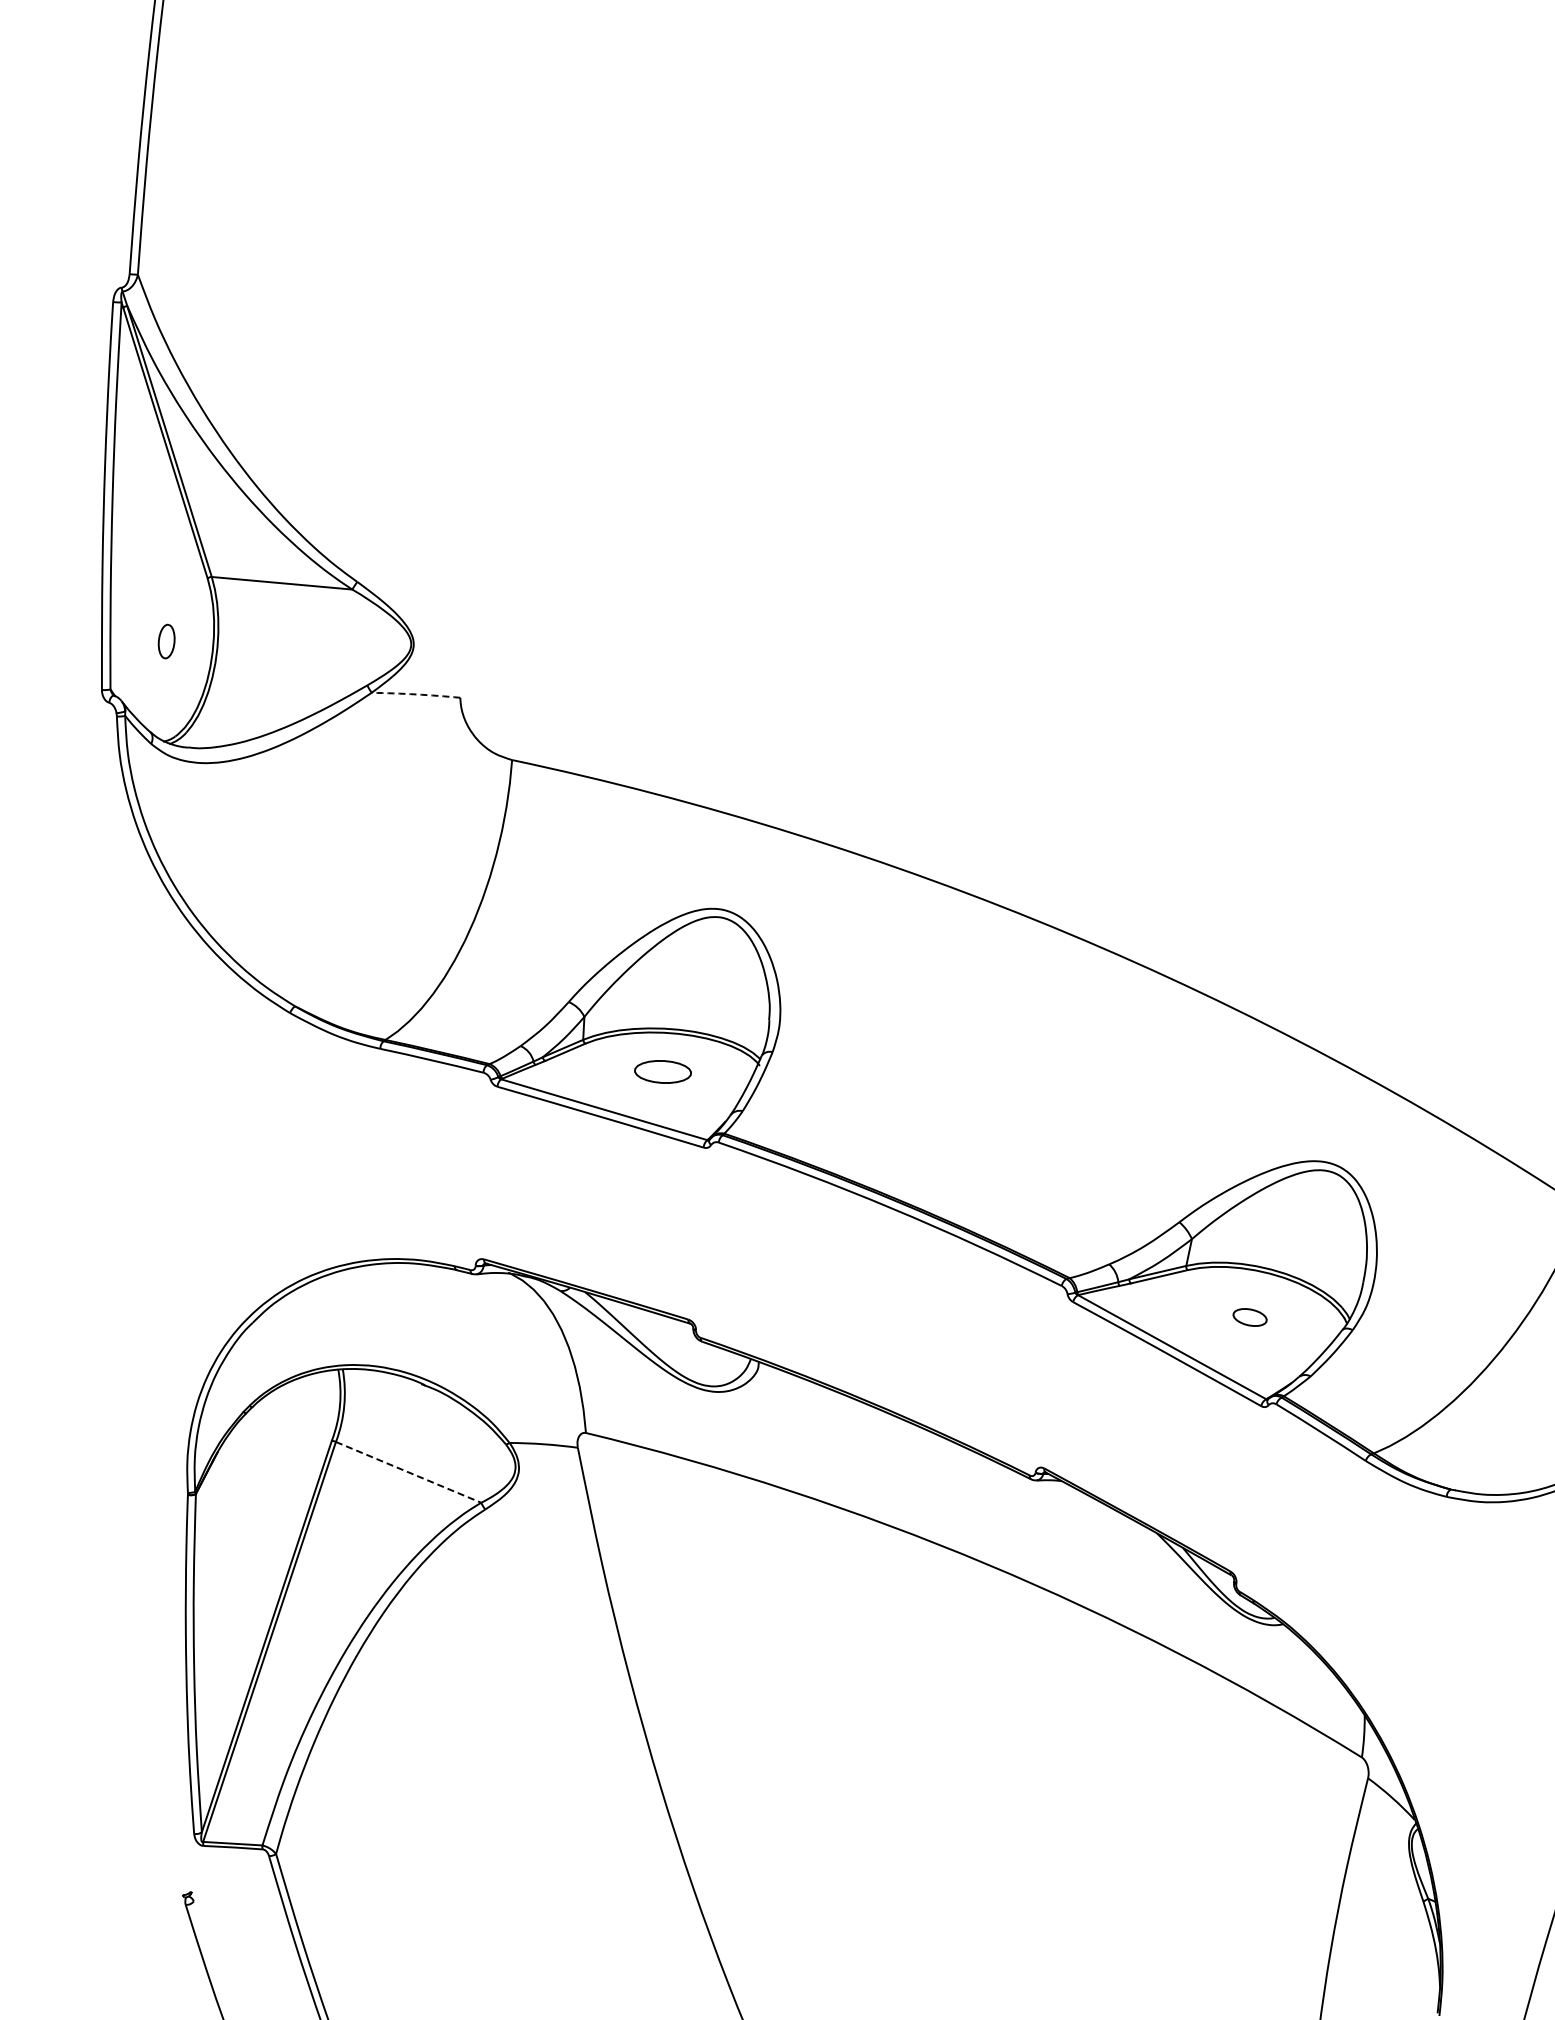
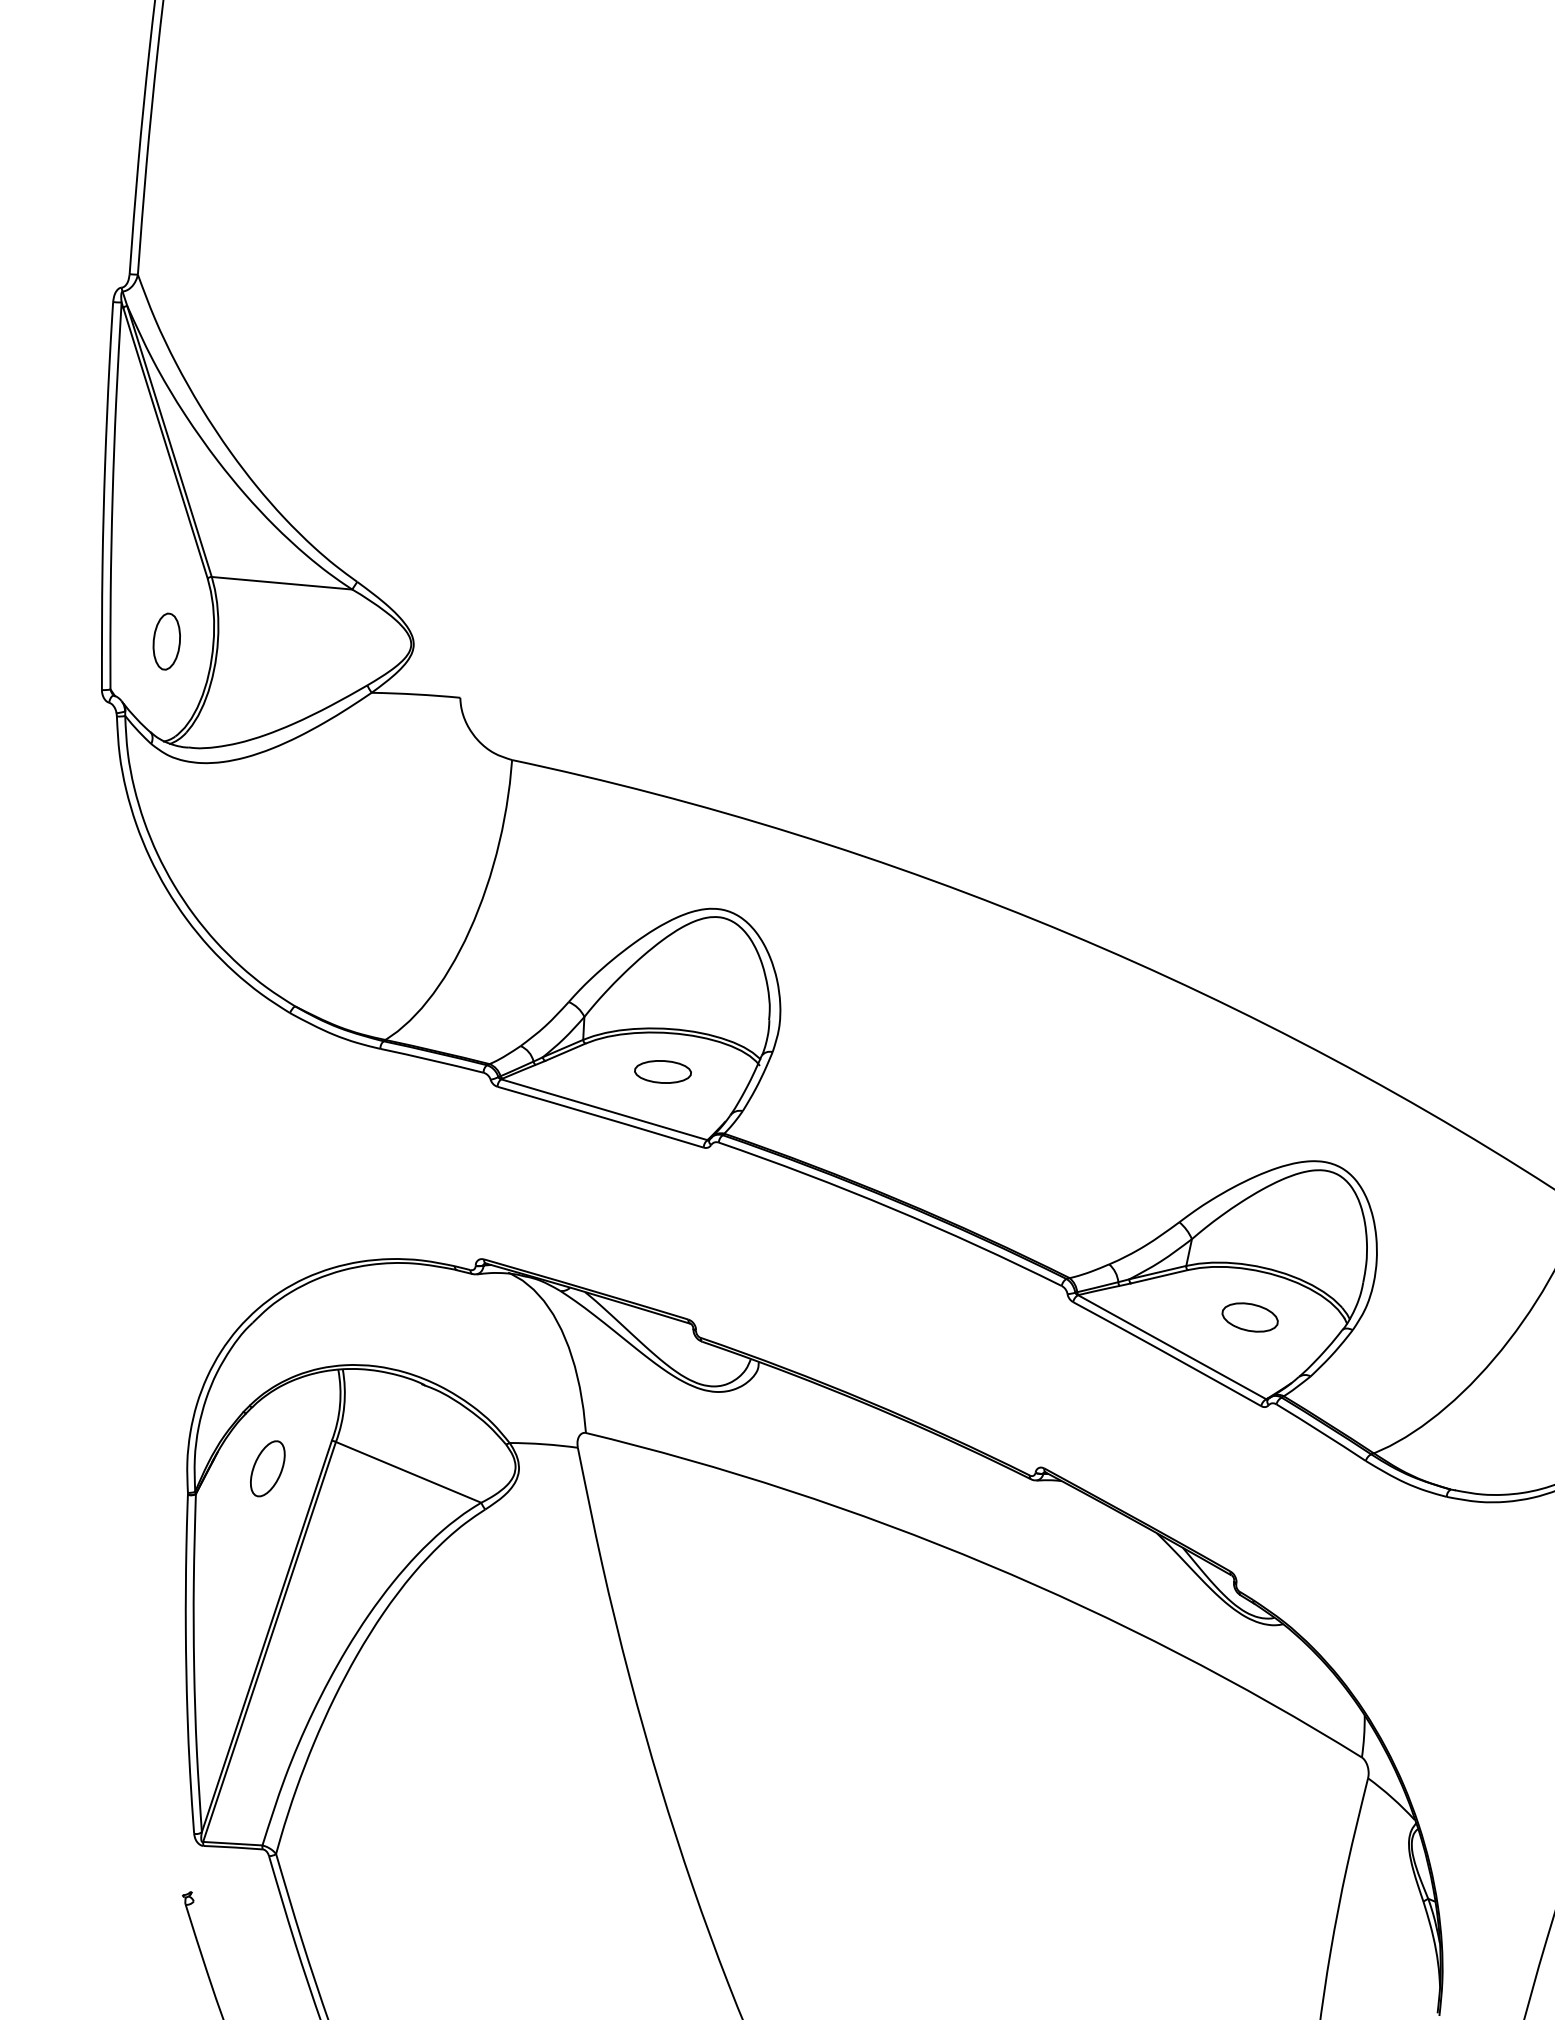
part at (166, 641) size: 19x37 px -> 29x59 px
arc at (416, 694): dashed -> solid
part at (1249, 1317) size: 36x19 px -> 58x31 px
part at (267, 1468): none -> present
line at (408, 1472): dashed -> solid
